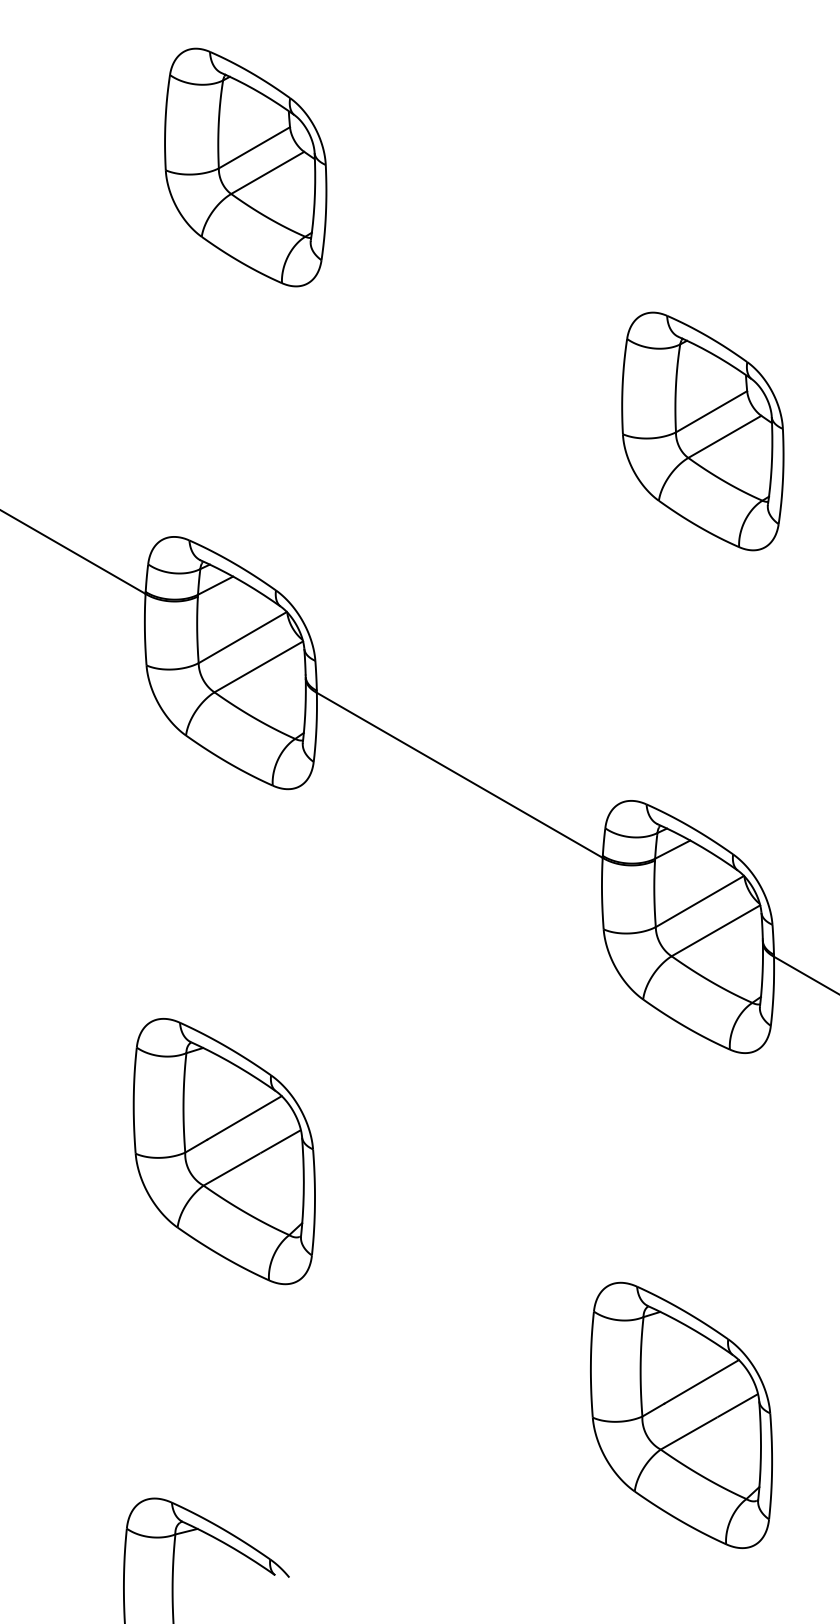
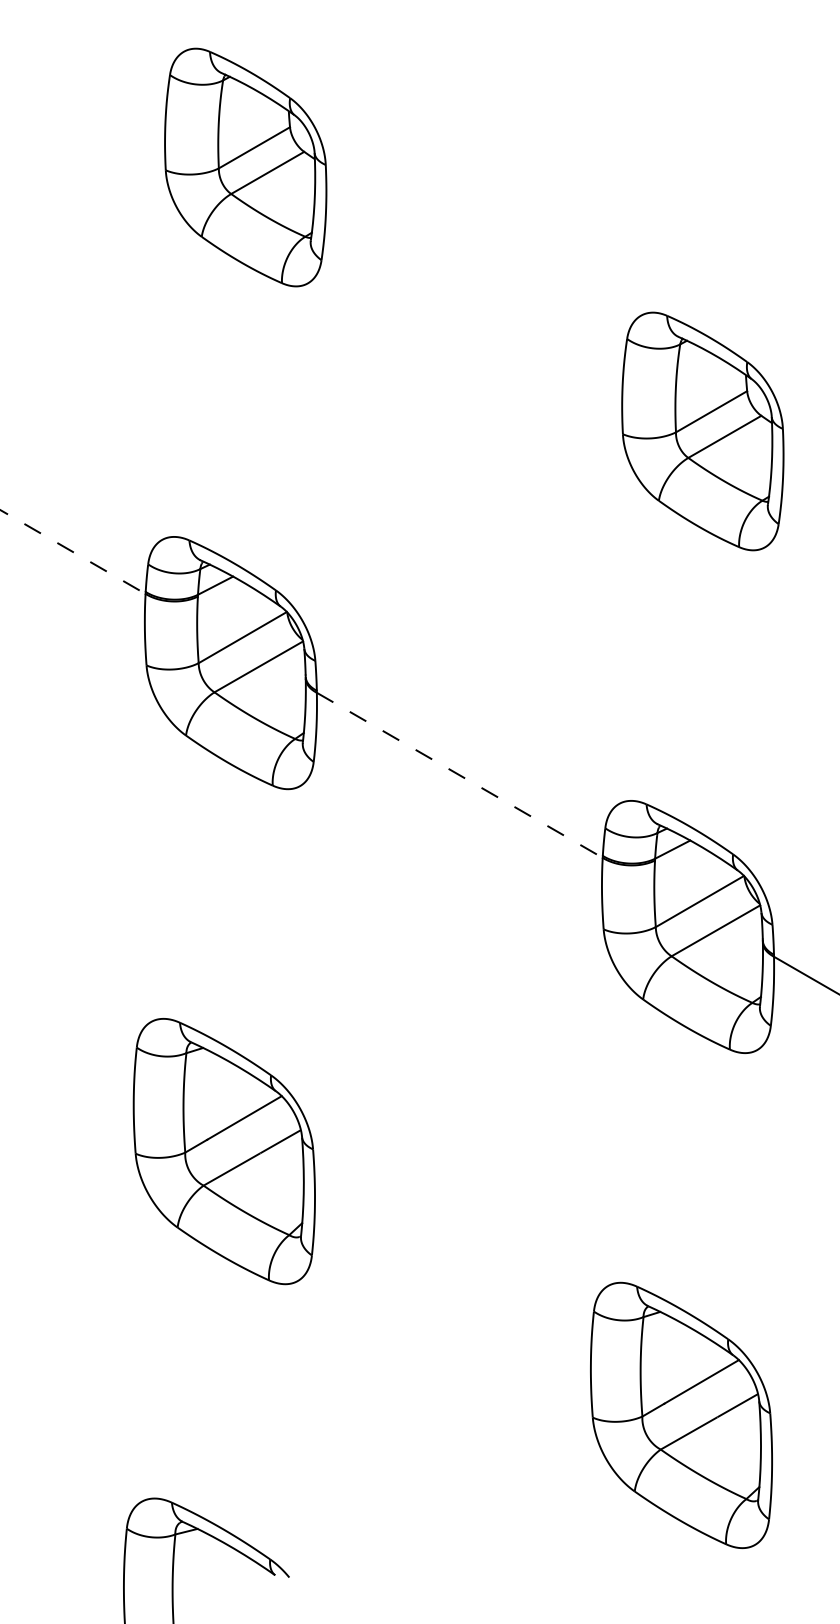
line at (73, 552): solid -> dashed
line at (460, 775): solid -> dashed
